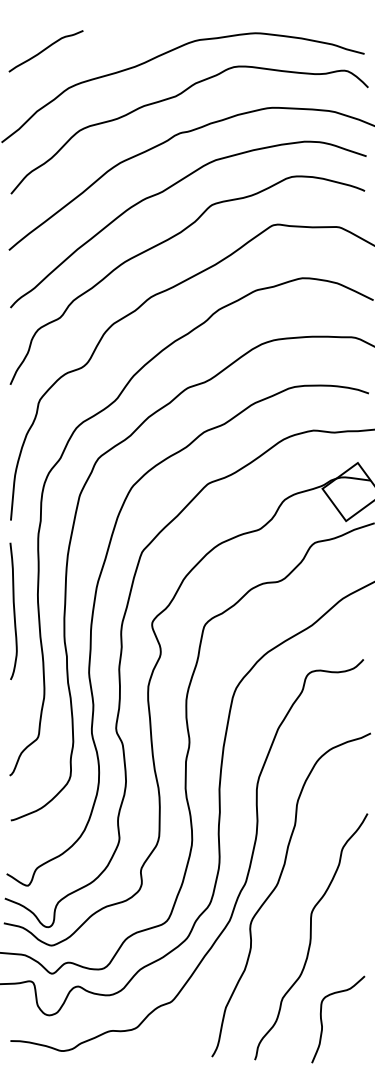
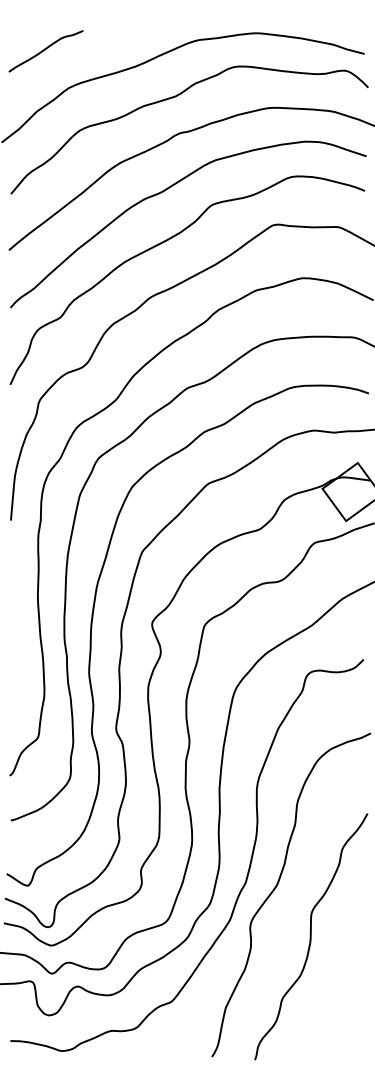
curve at (13, 611): present -> none
curve at (322, 1020): present -> none
